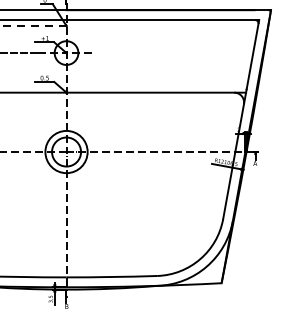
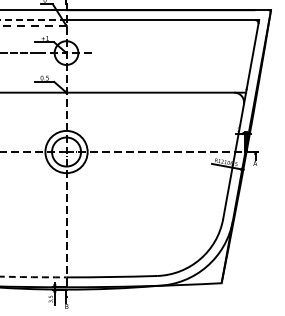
line at (33, 20): solid -> dashed
arc at (34, 277): solid -> dashed
